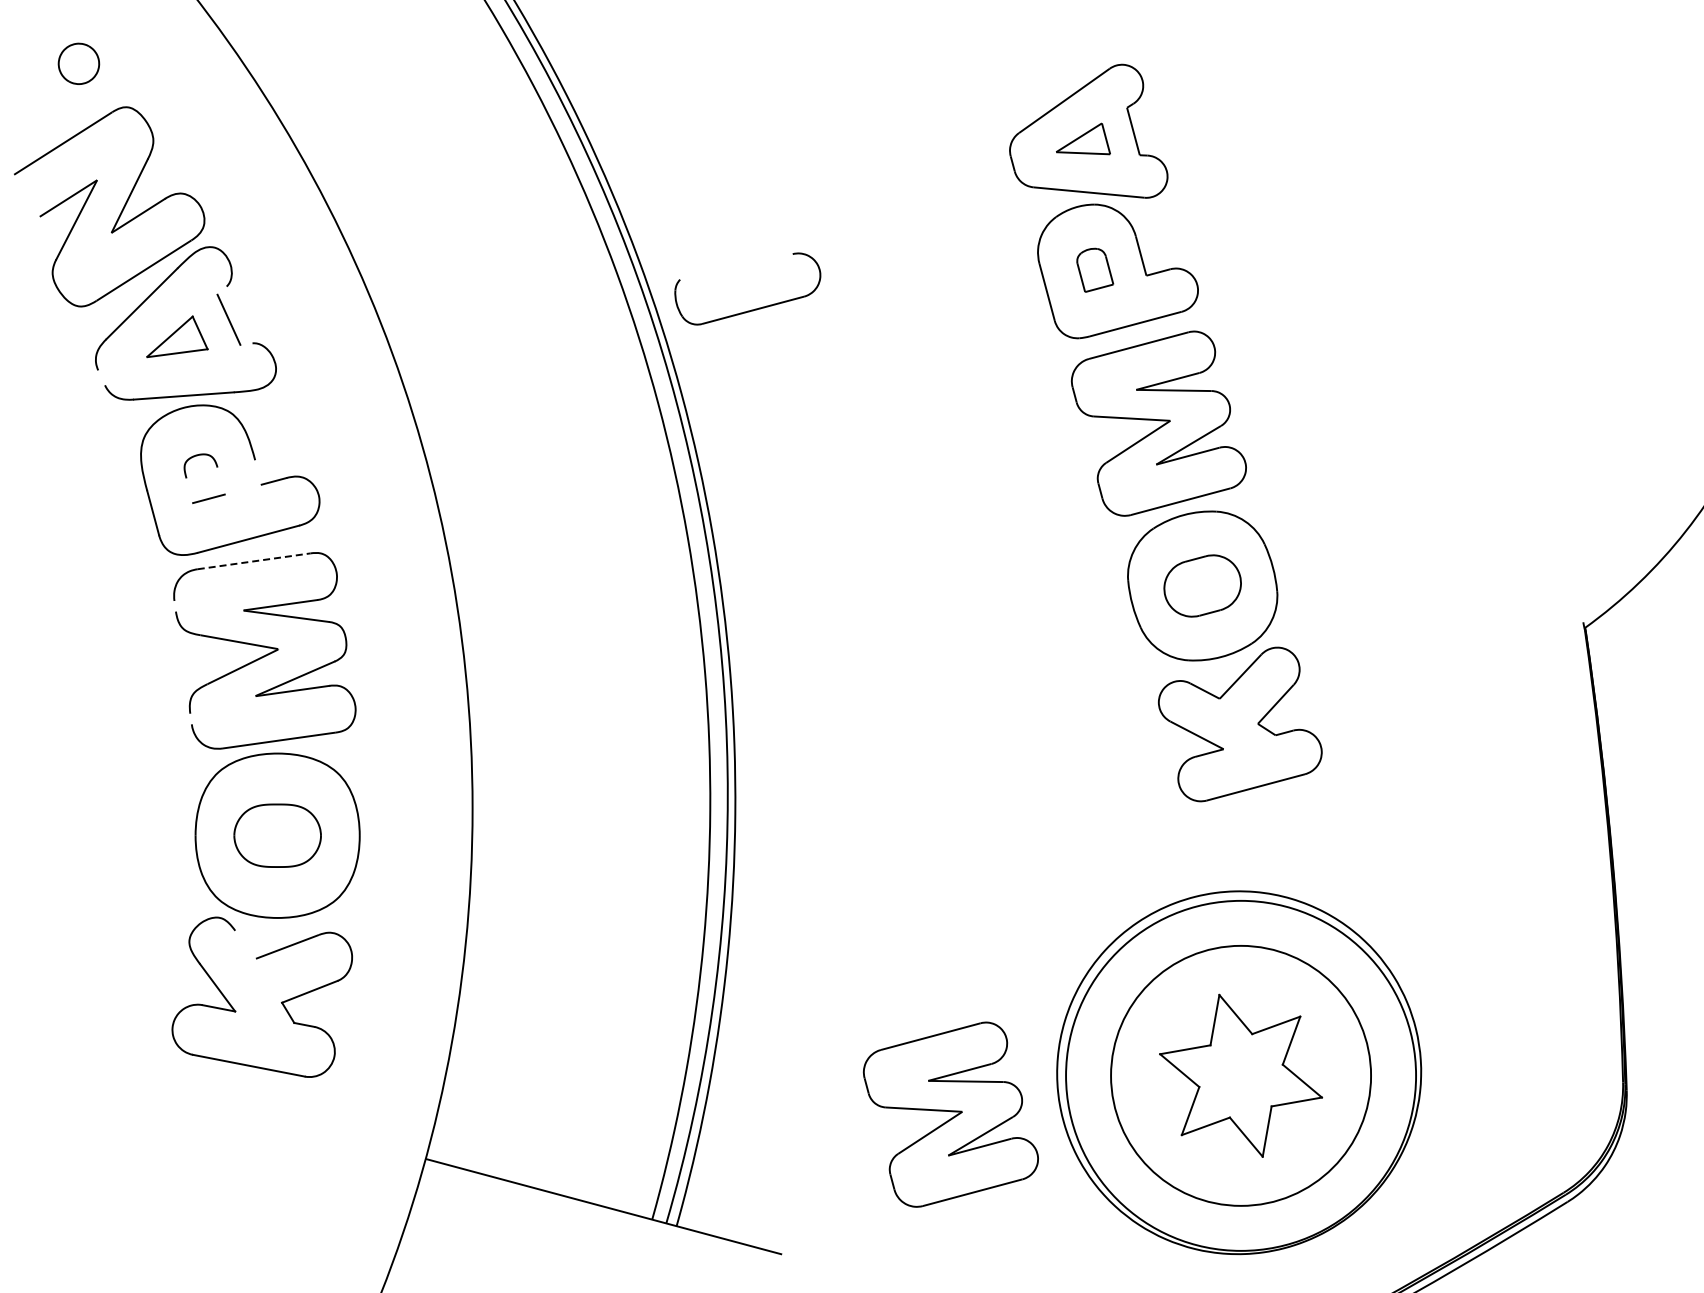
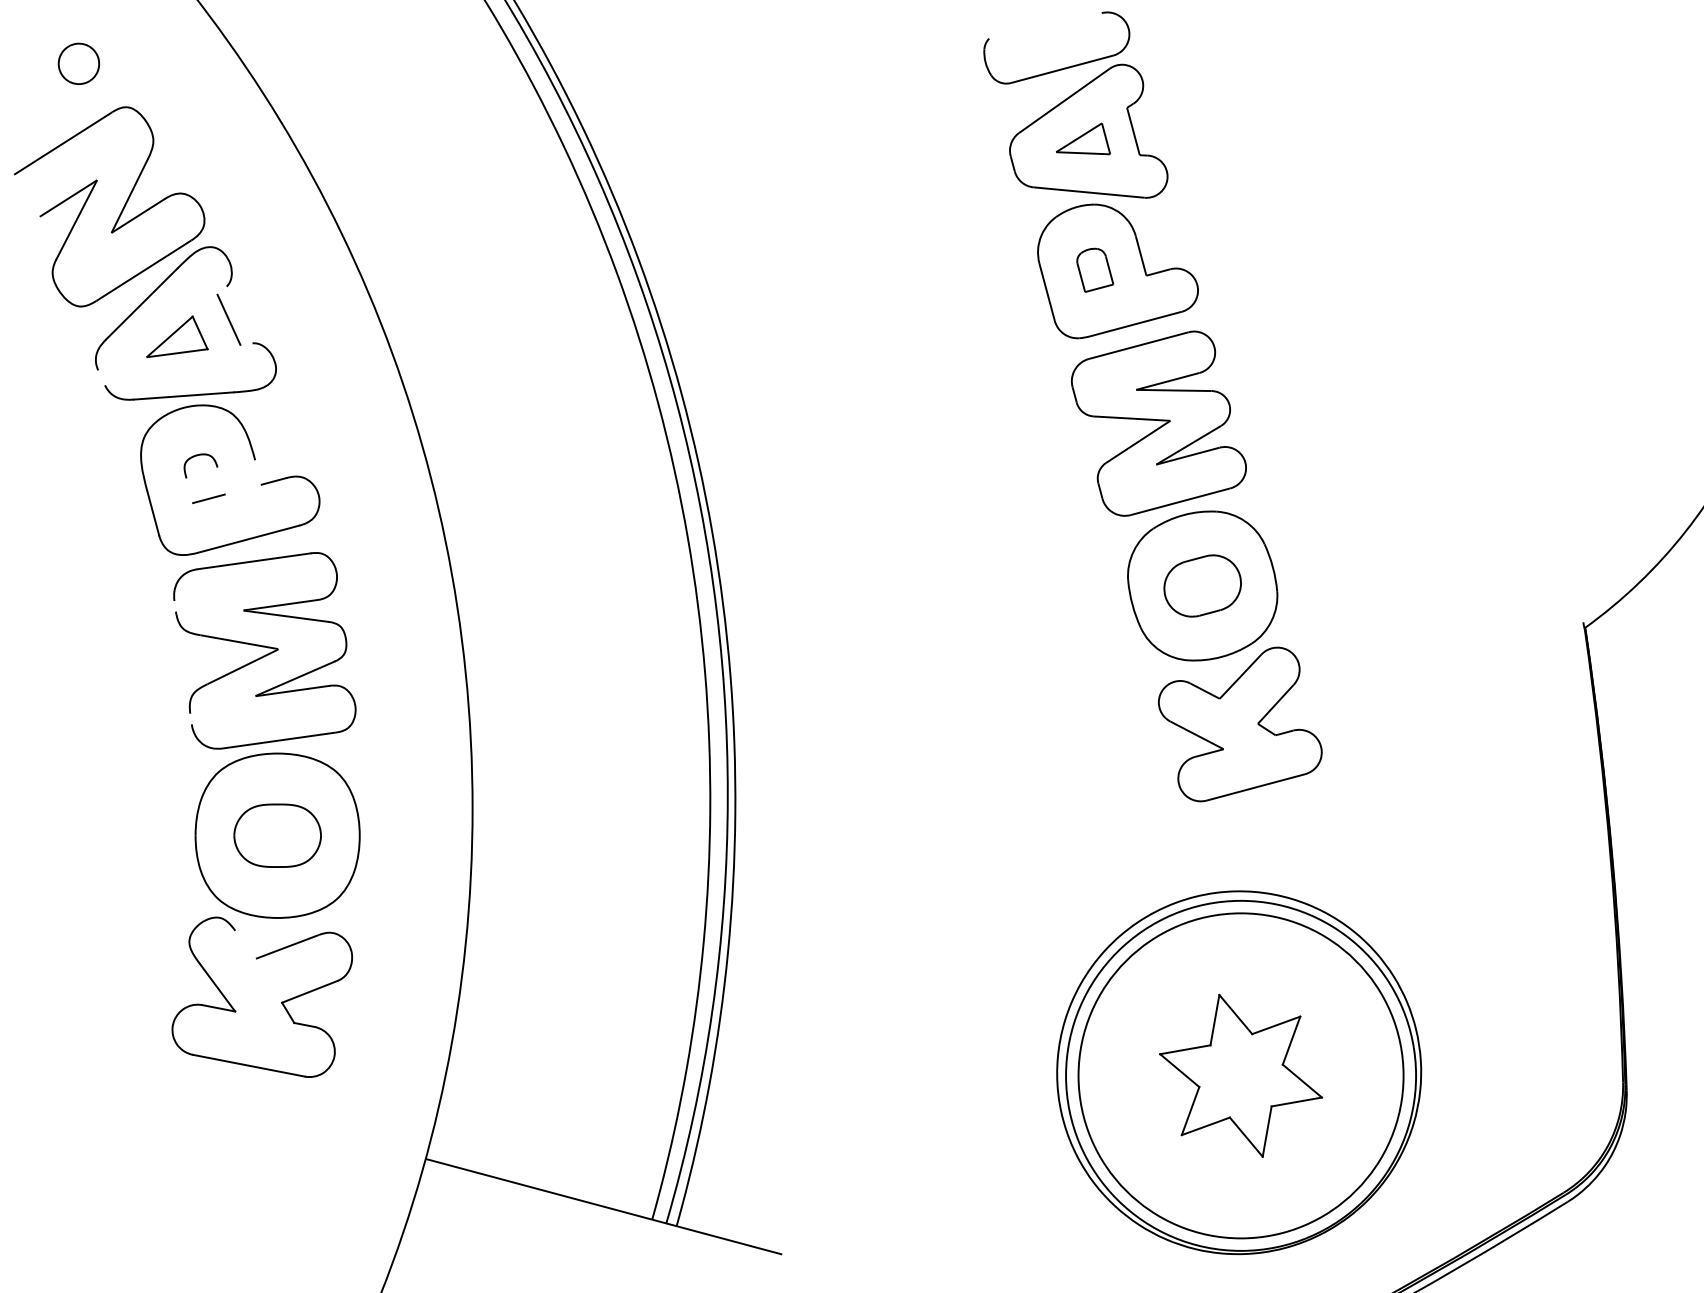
part at (751, 309) position: (751, 309) -> (1060, 68)
line at (254, 561): dashed -> solid
circle at (1241, 1075) diameter: 260 px -> 325 px
part at (950, 1114): present -> none
